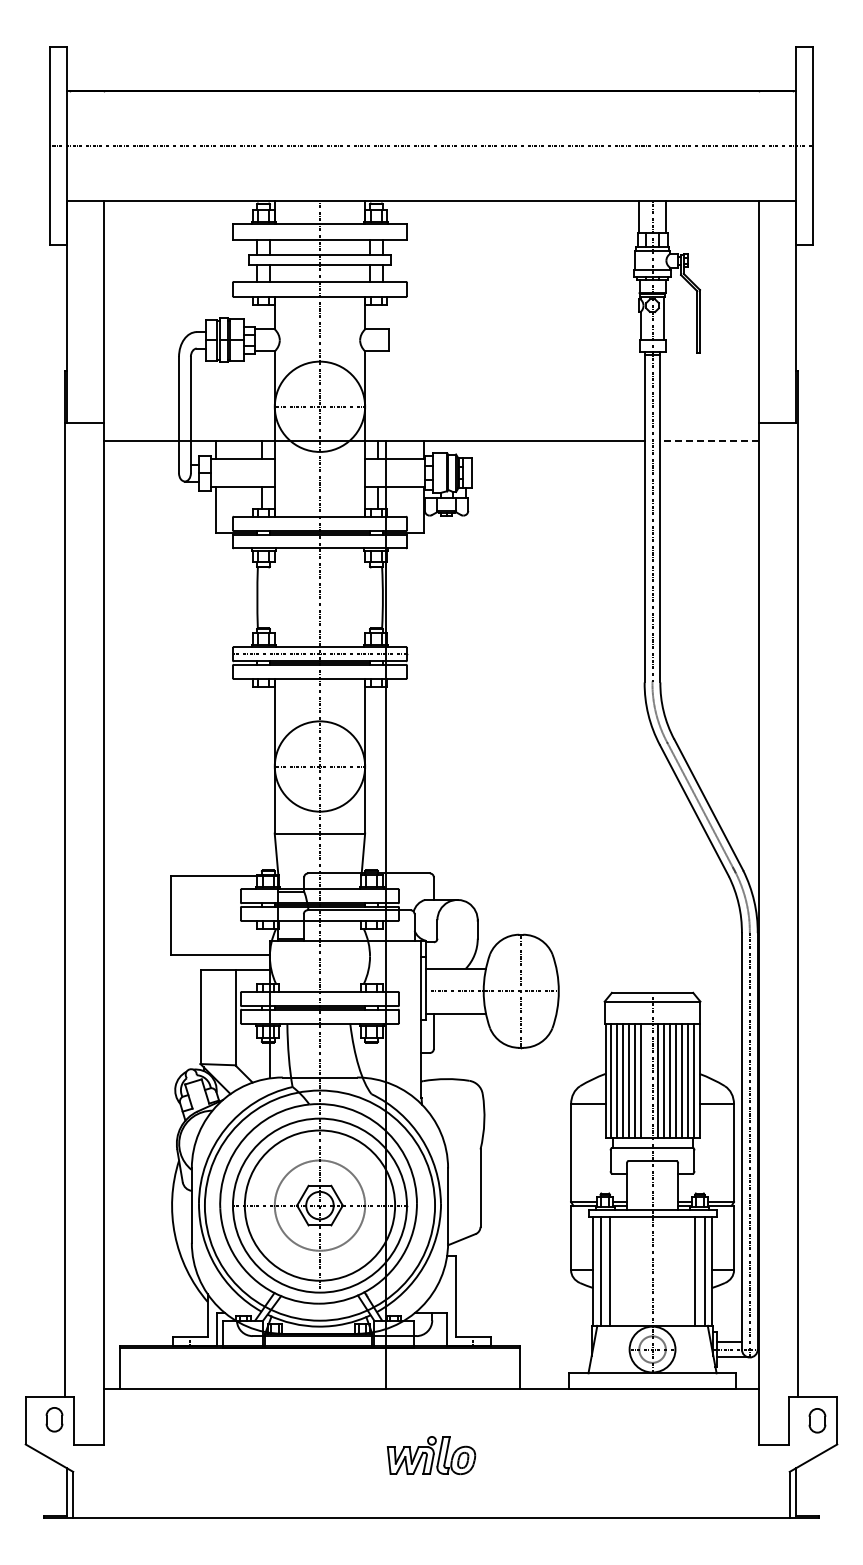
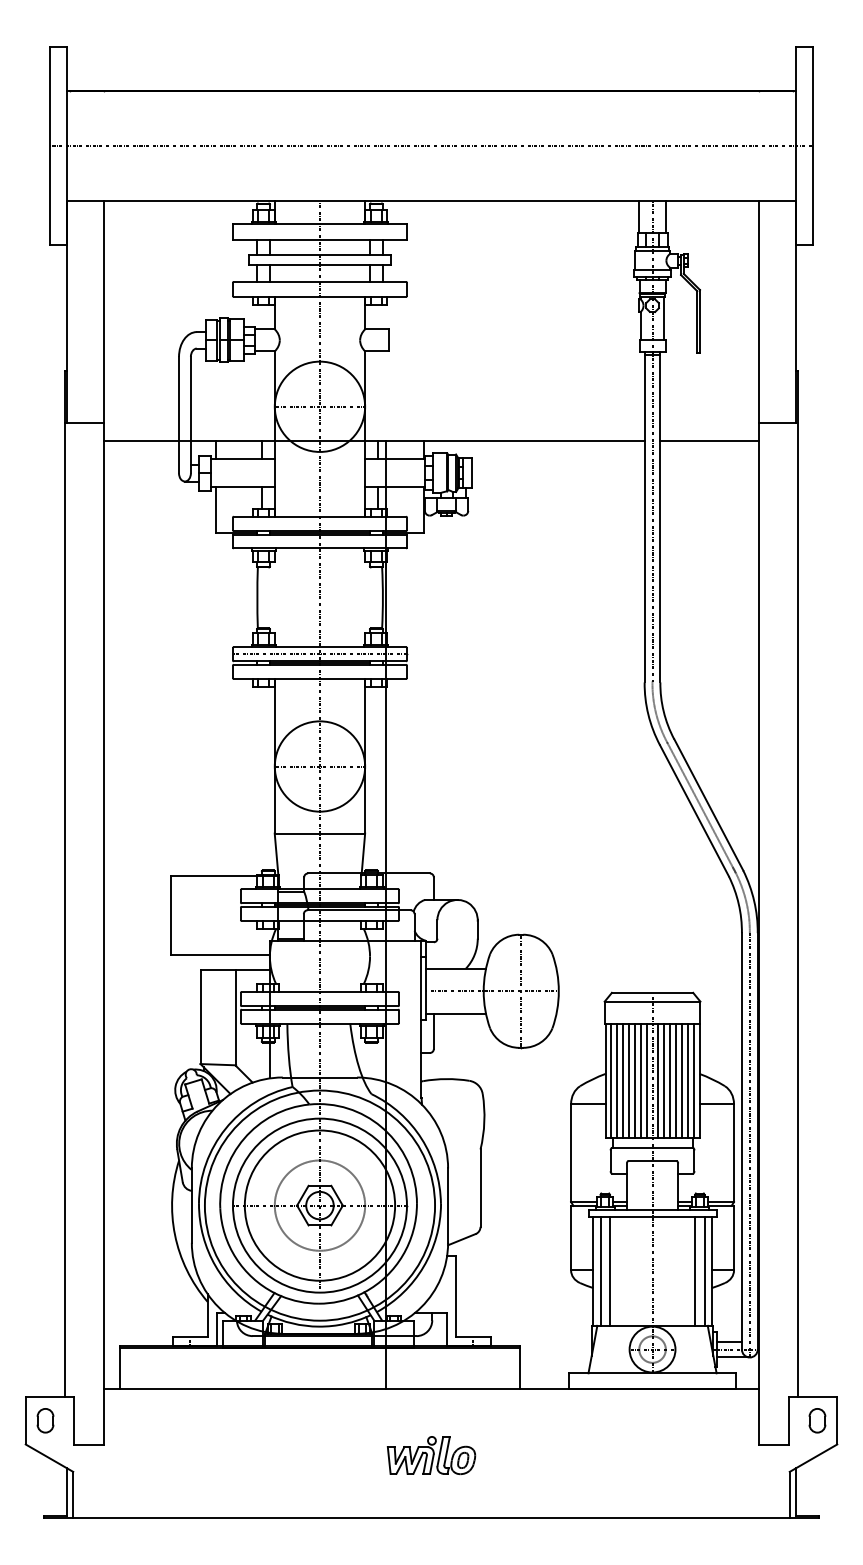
line at (709, 440): dashed -> solid
line at (646, 1080): none -> present
part at (54, 1419) position: (54, 1419) -> (45, 1420)
